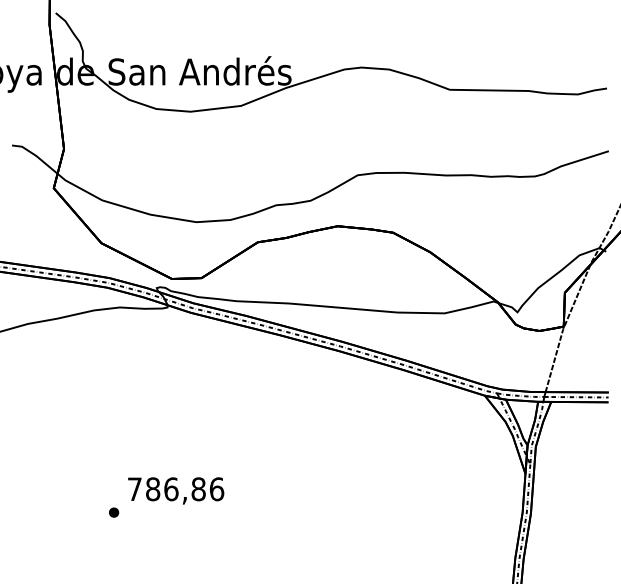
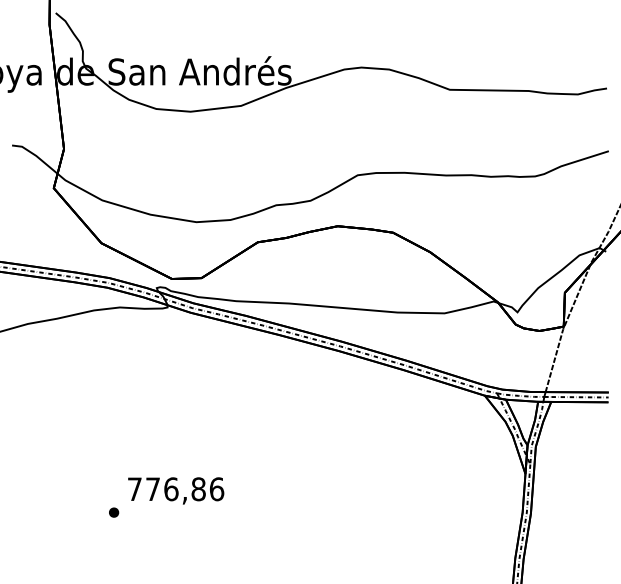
text at (153, 489): 786,86 -> 776,86
